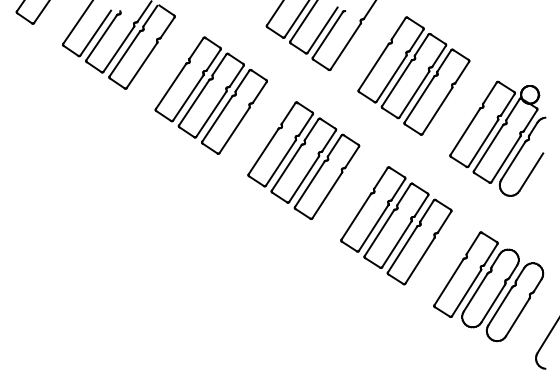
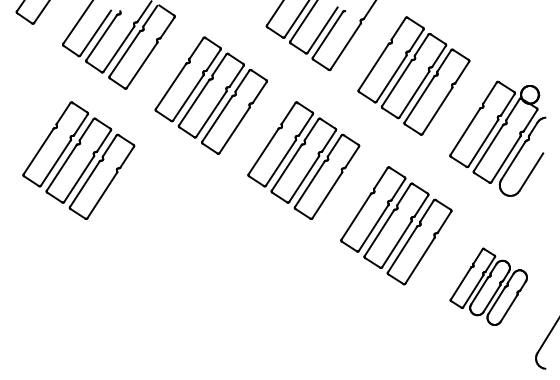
part at (78, 160): none -> present
part at (488, 286) size: 112x112 px -> 79x79 px
